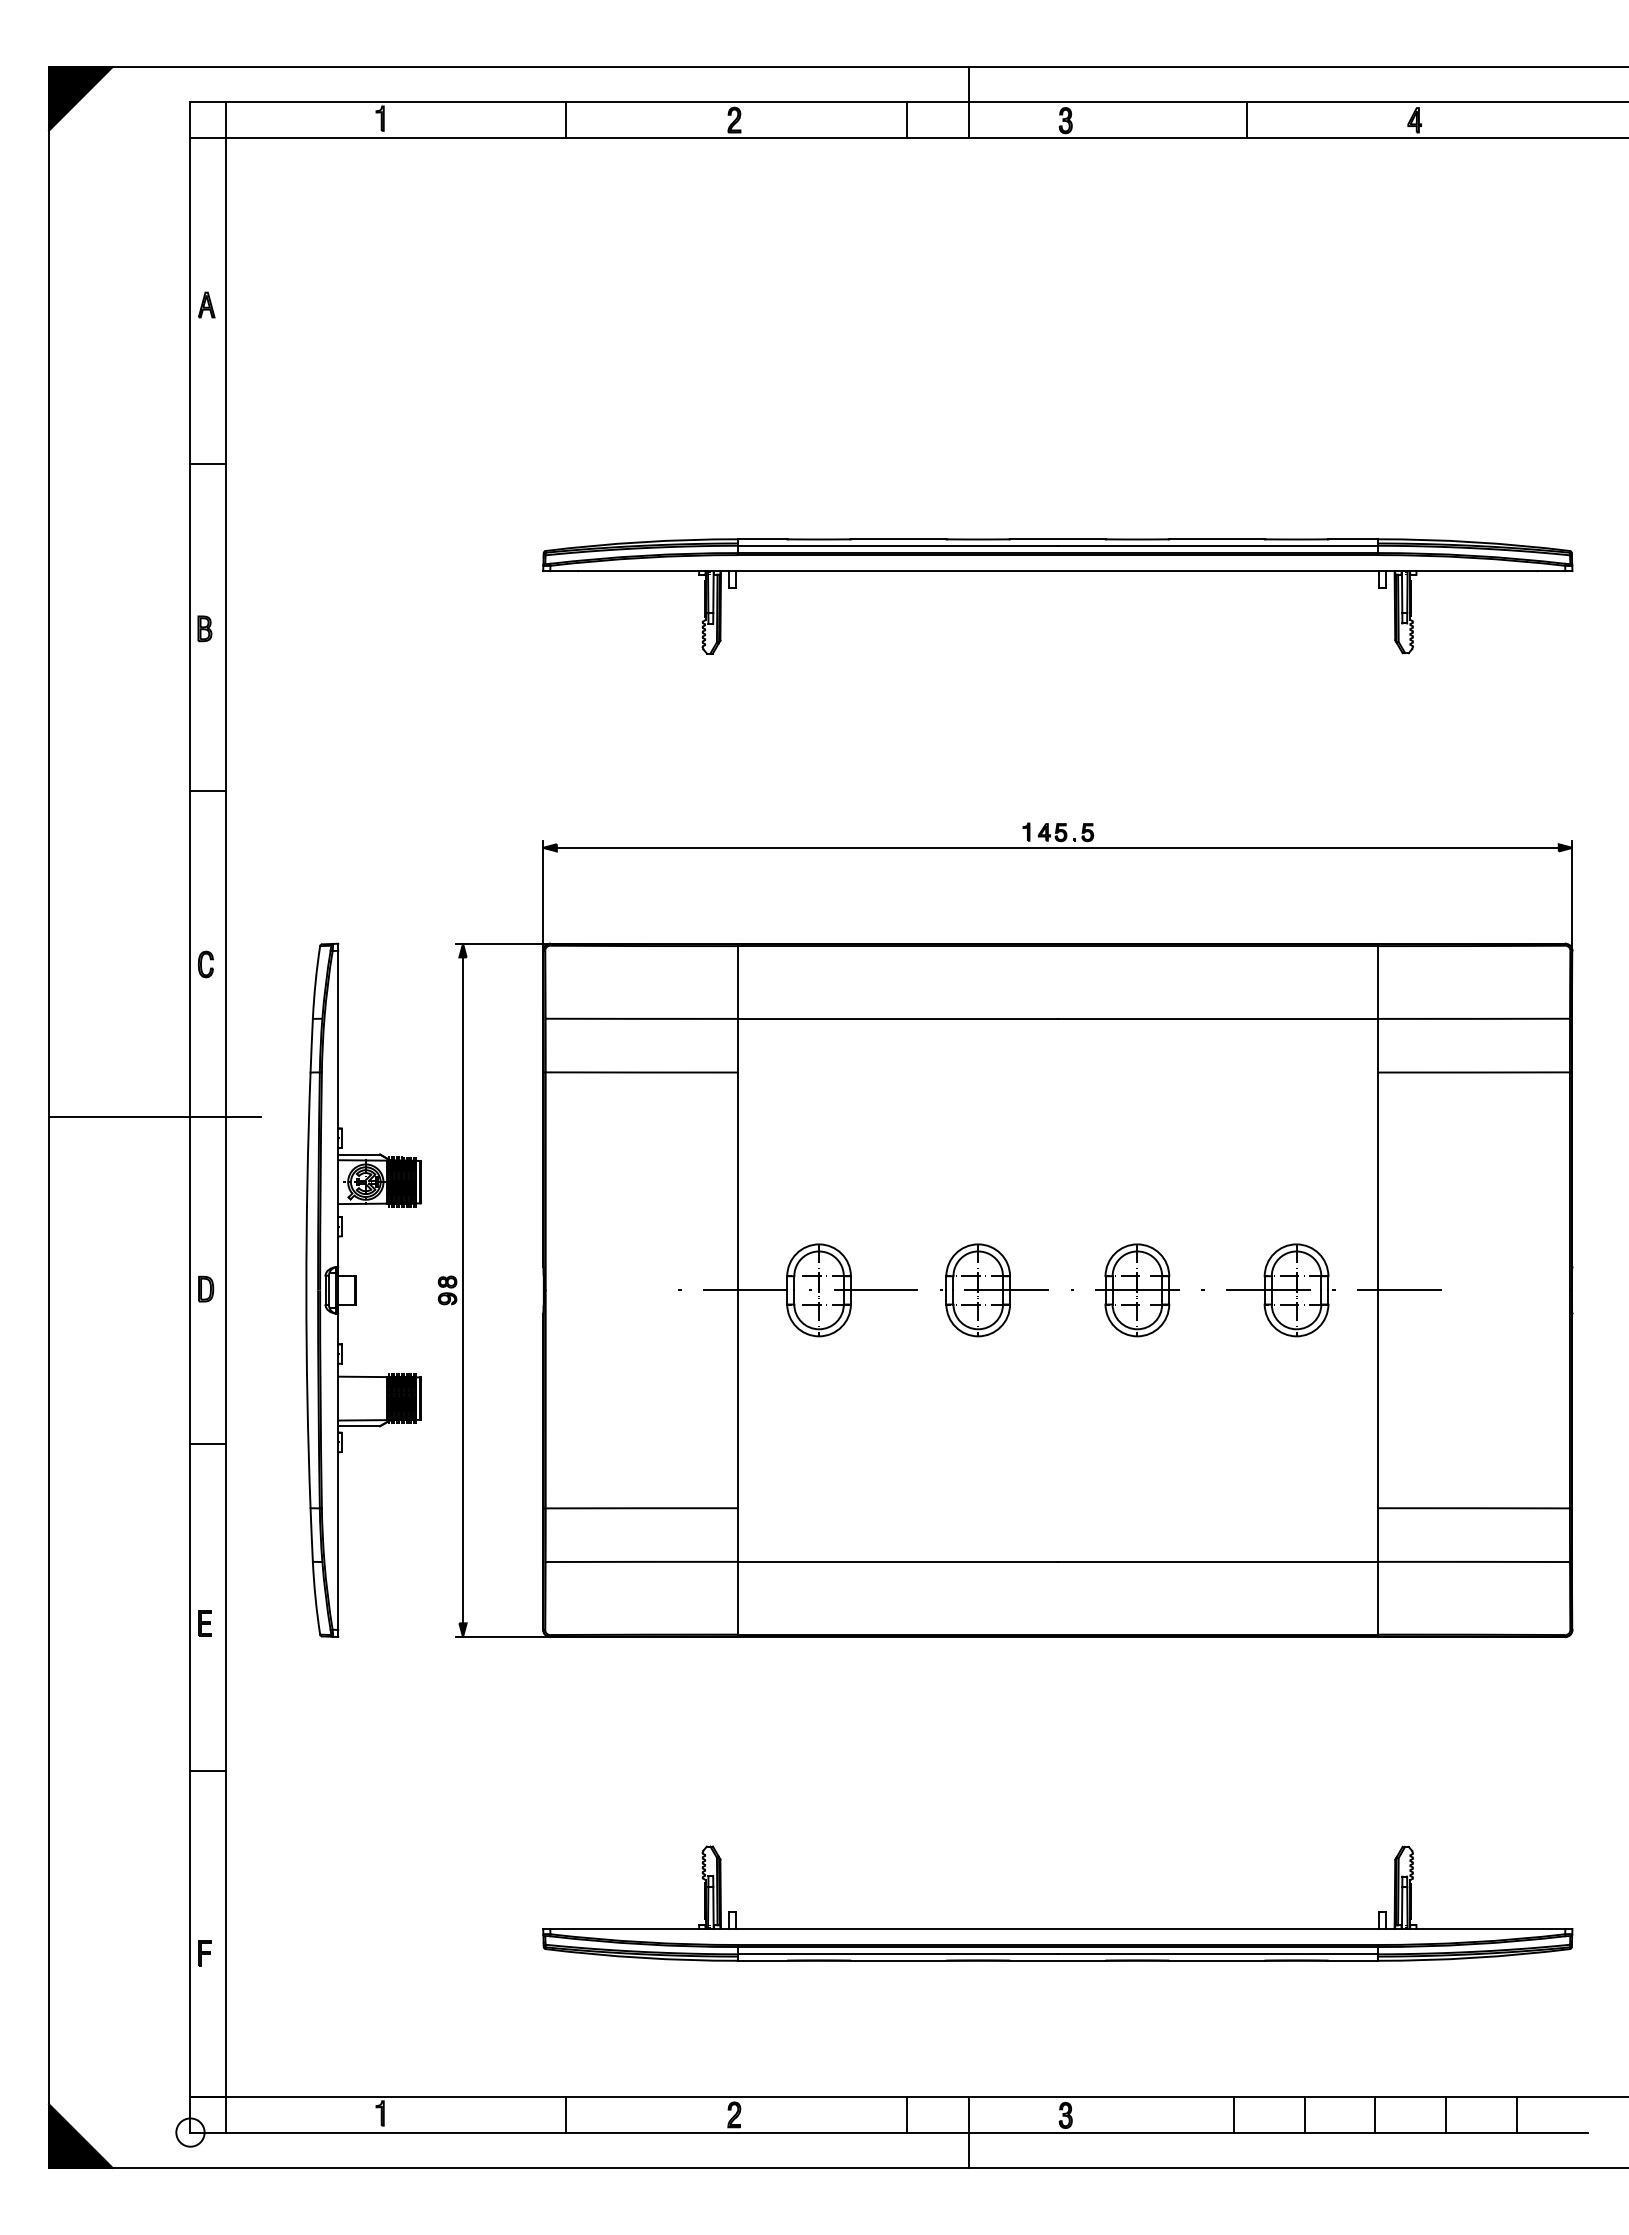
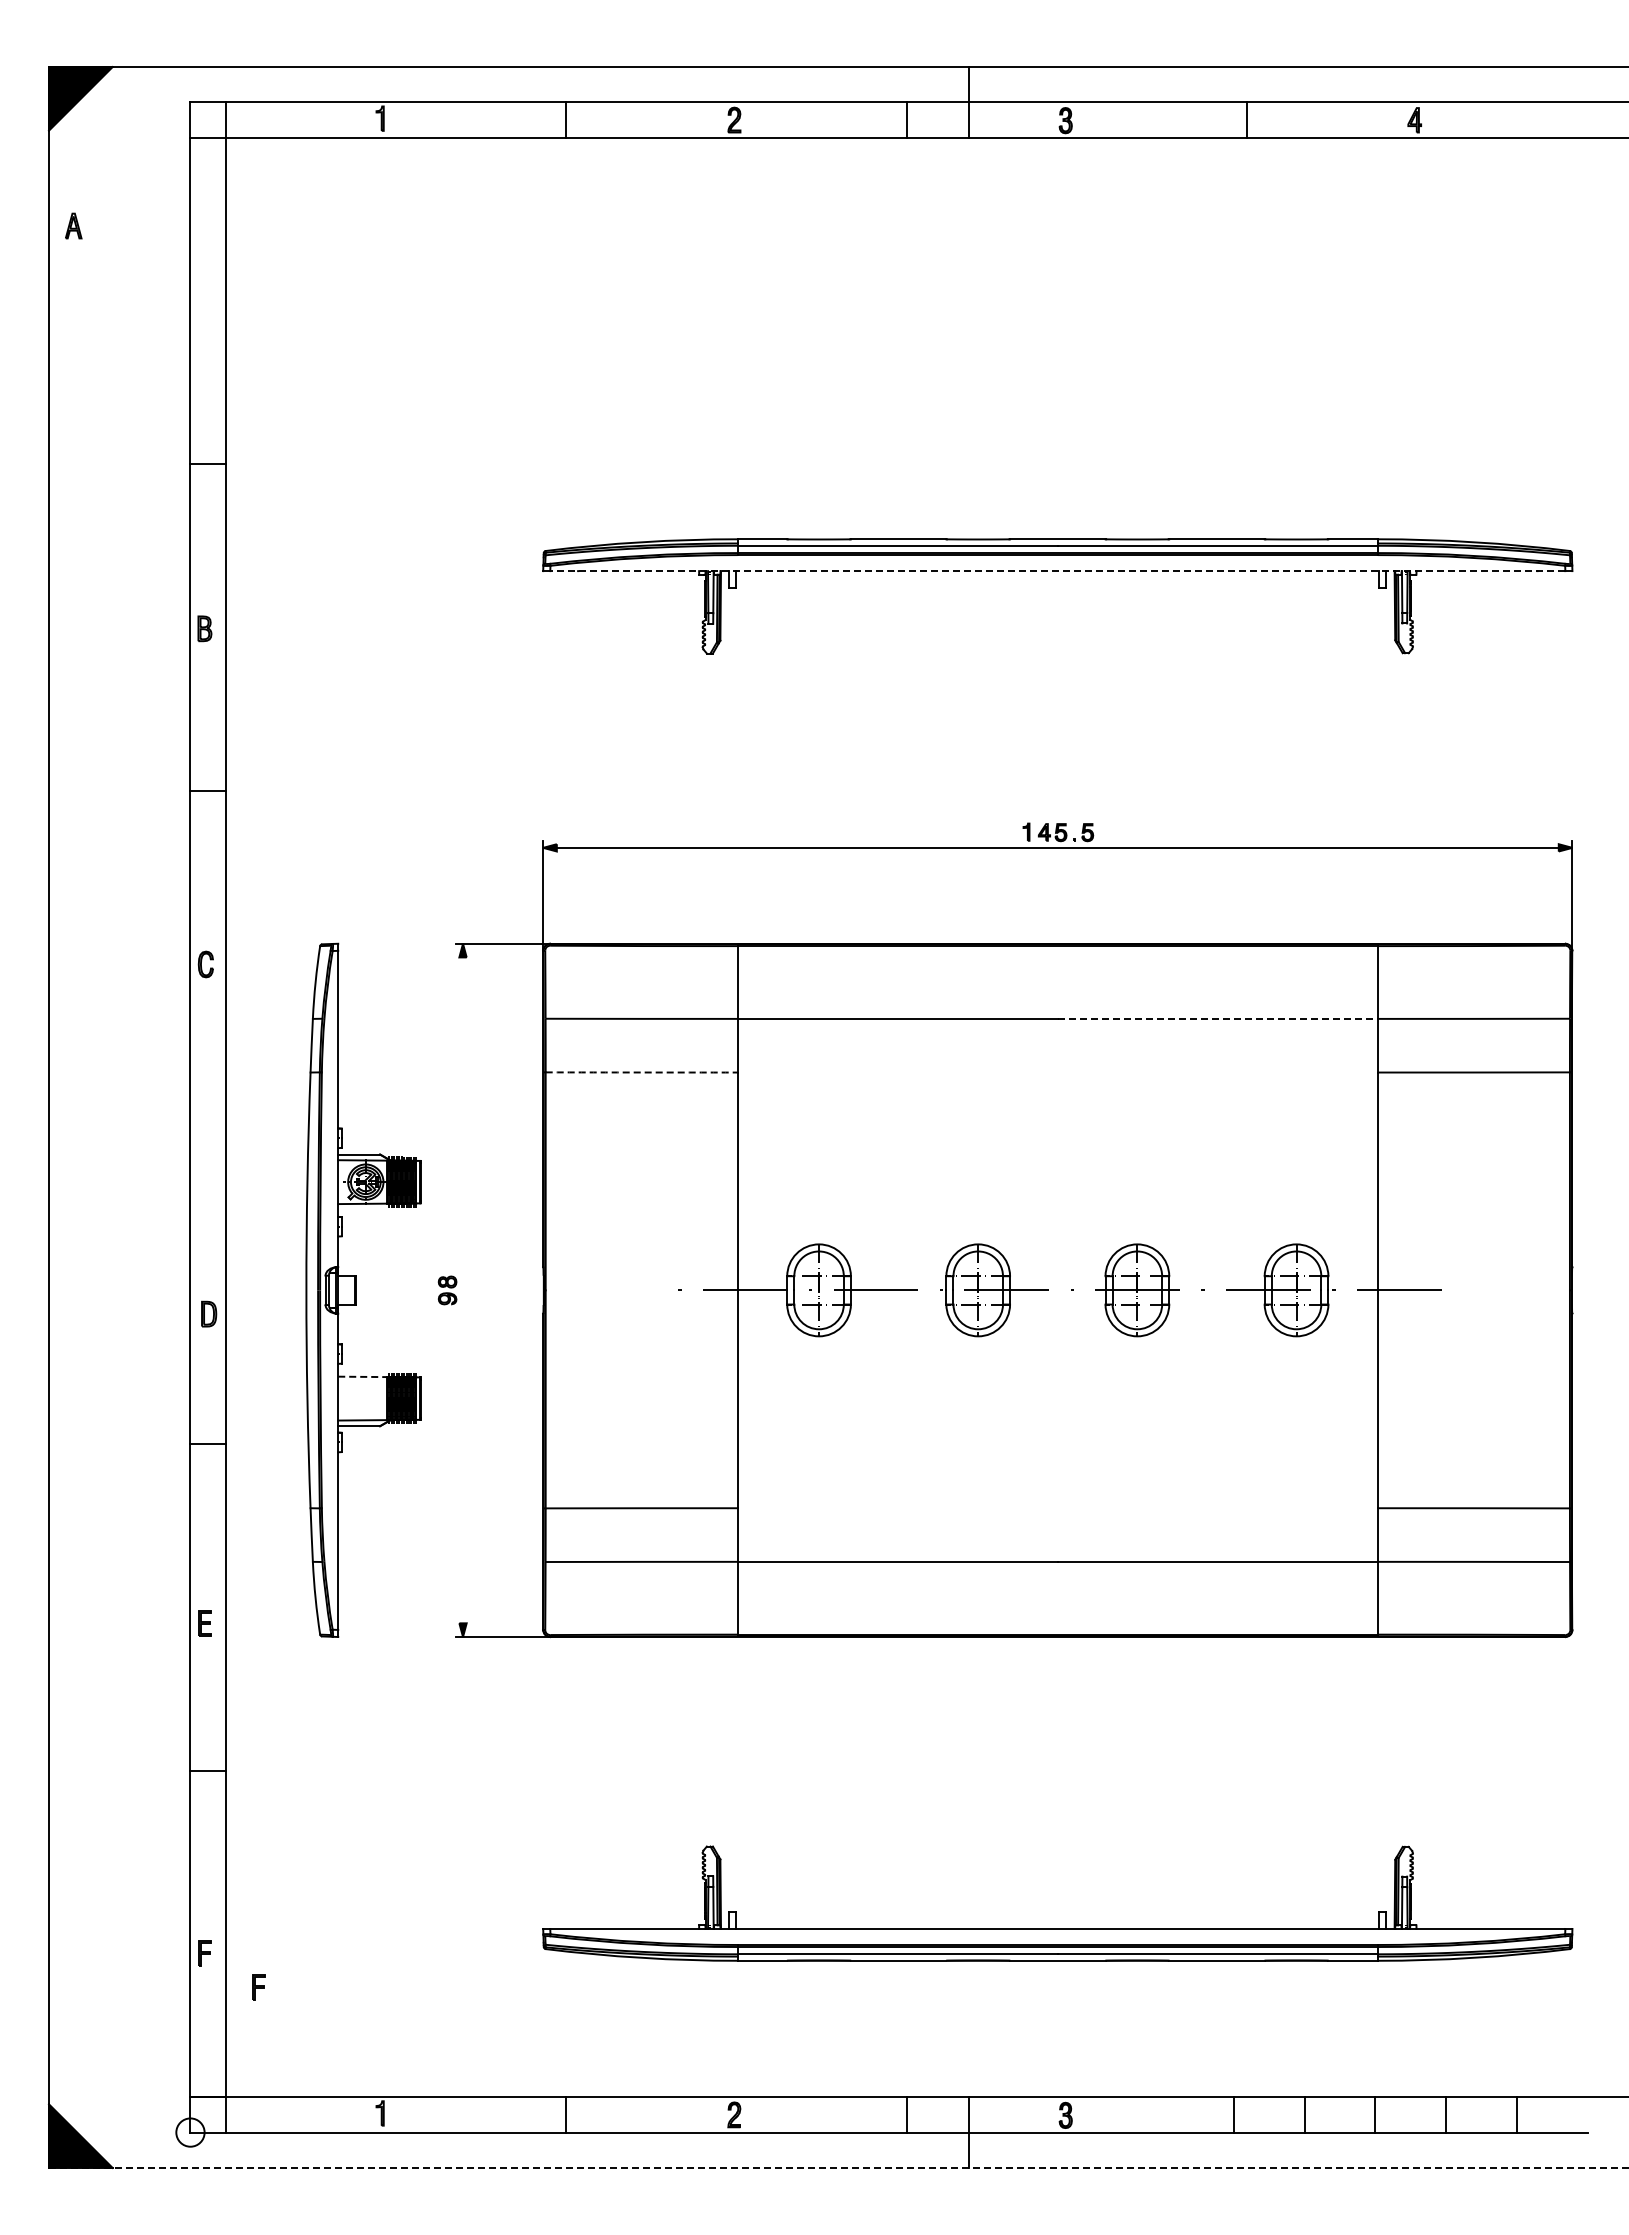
part at (206, 304) position: (206, 304) -> (73, 225)
line at (1057, 571): solid -> dashed
line at (1218, 1018): solid -> dashed
arc at (641, 1072): solid -> dashed
line at (155, 1117): present -> none
part at (206, 1288) position: (206, 1288) -> (209, 1313)
line at (463, 1290): present -> none
line at (363, 1376): solid -> dashed
part at (258, 1987): none -> present
line at (839, 2167): solid -> dashed
